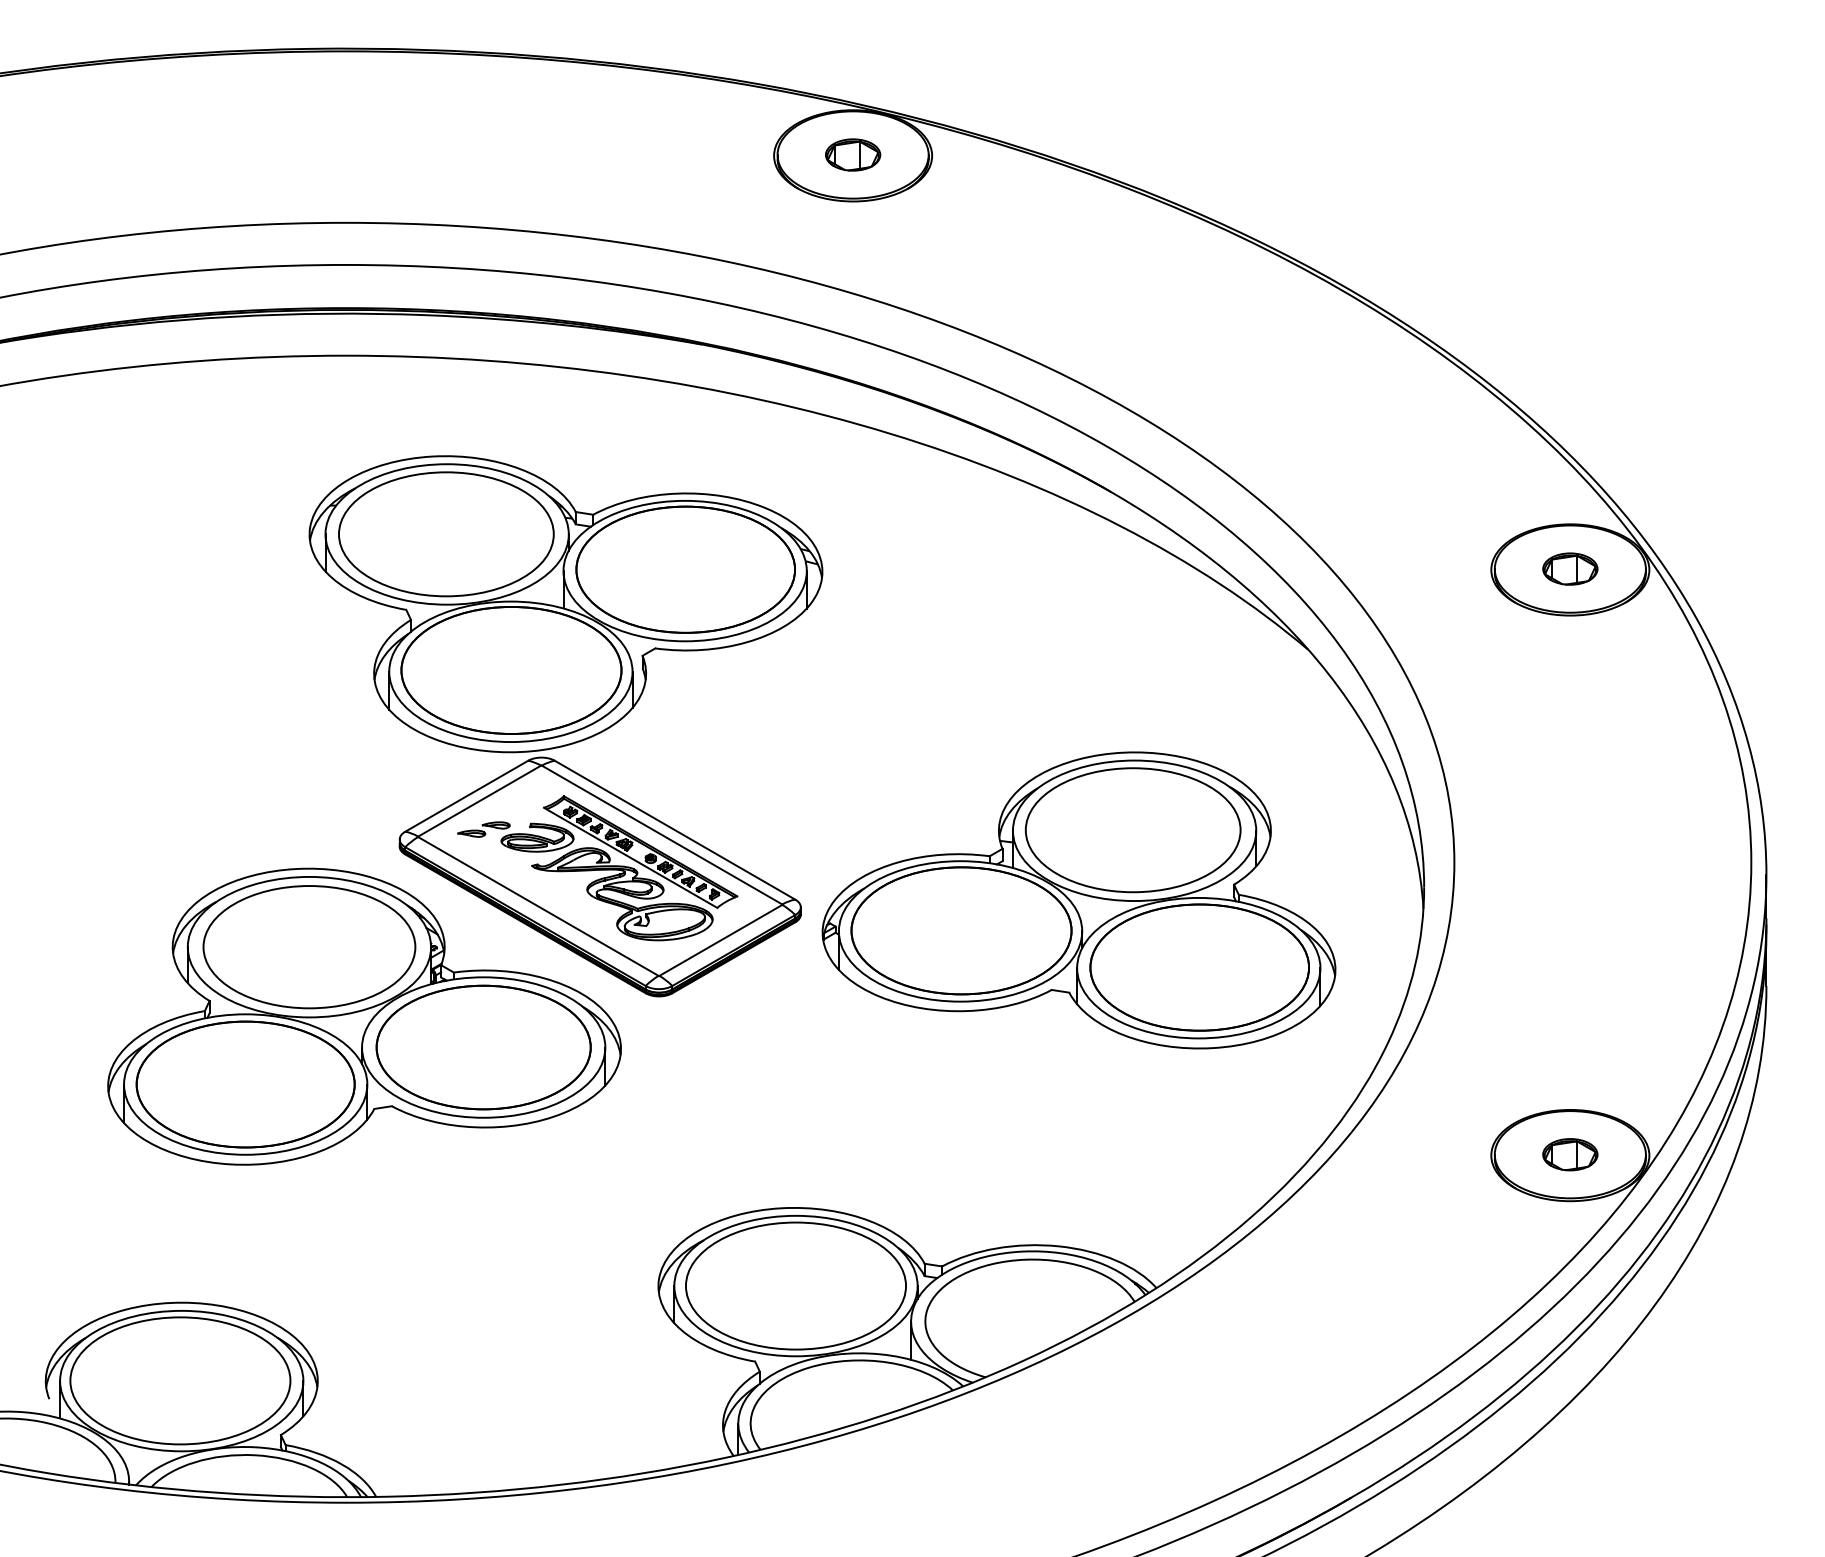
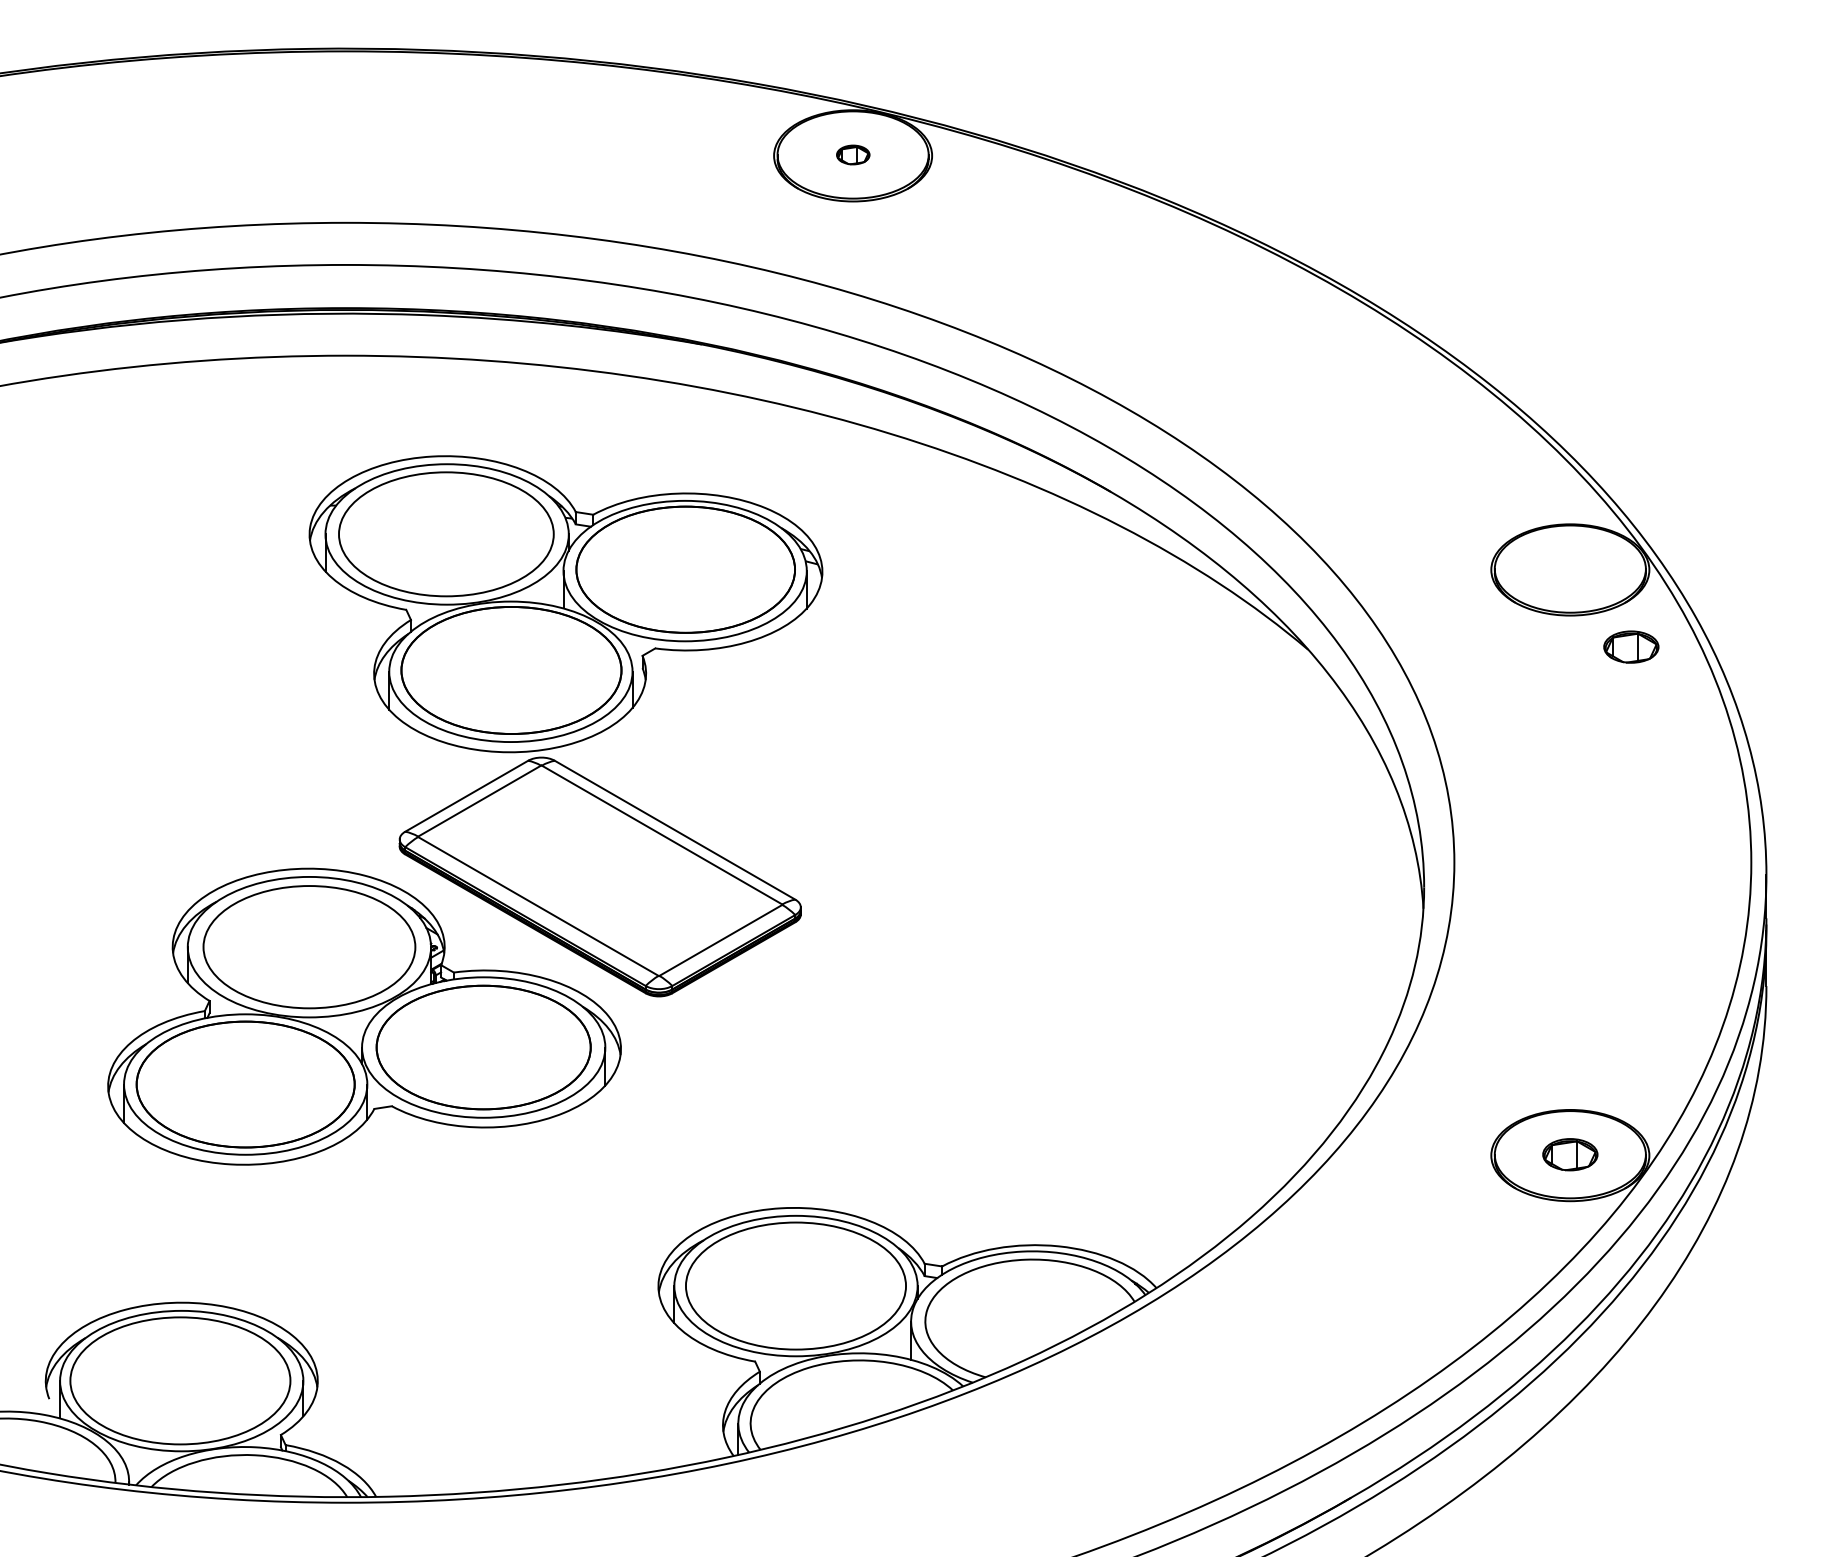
part at (853, 154) size: 57x34 px -> 35x22 px
part at (1570, 568) position: (1570, 568) -> (1631, 646)
part at (597, 868): present -> none
part at (1078, 900): present -> none
